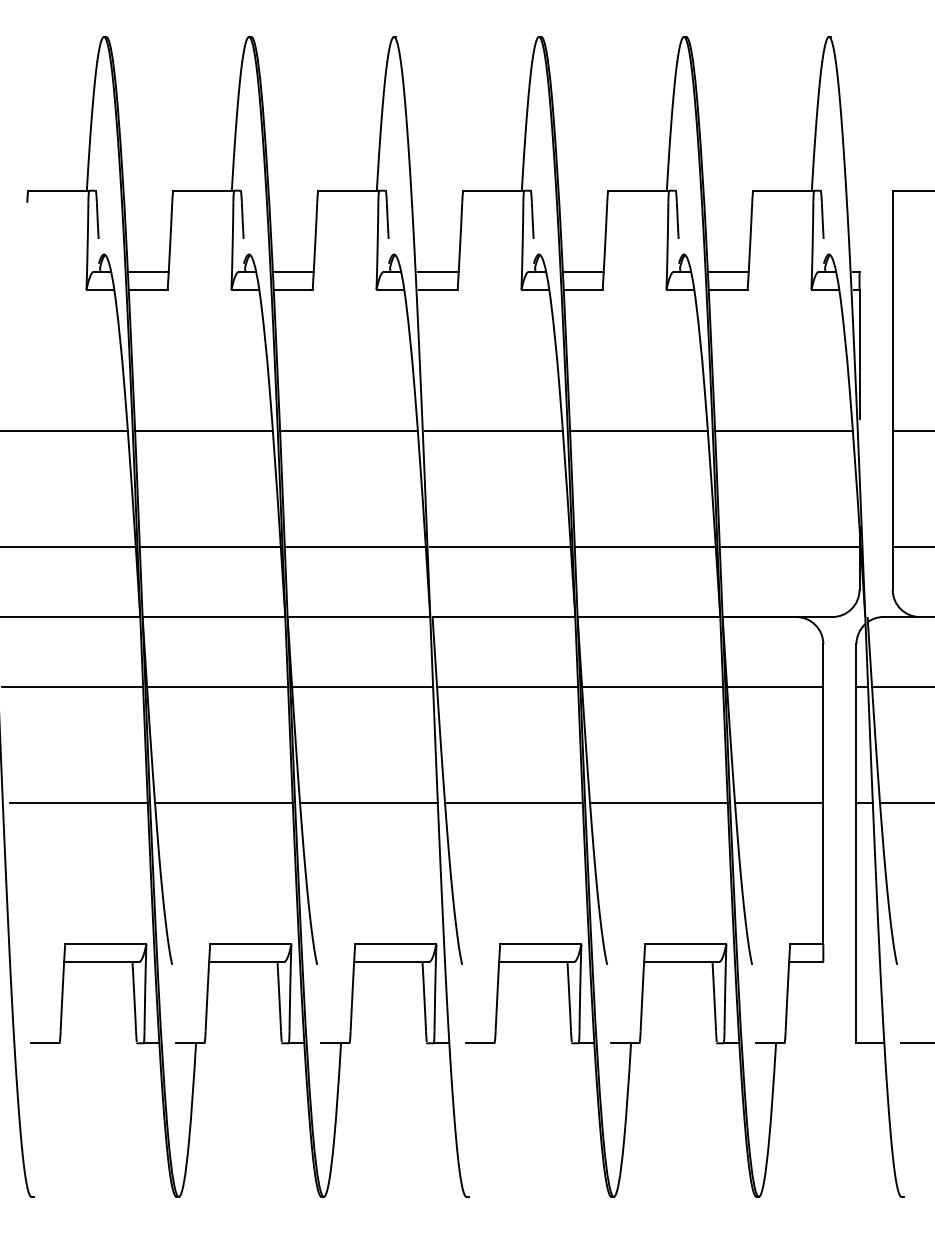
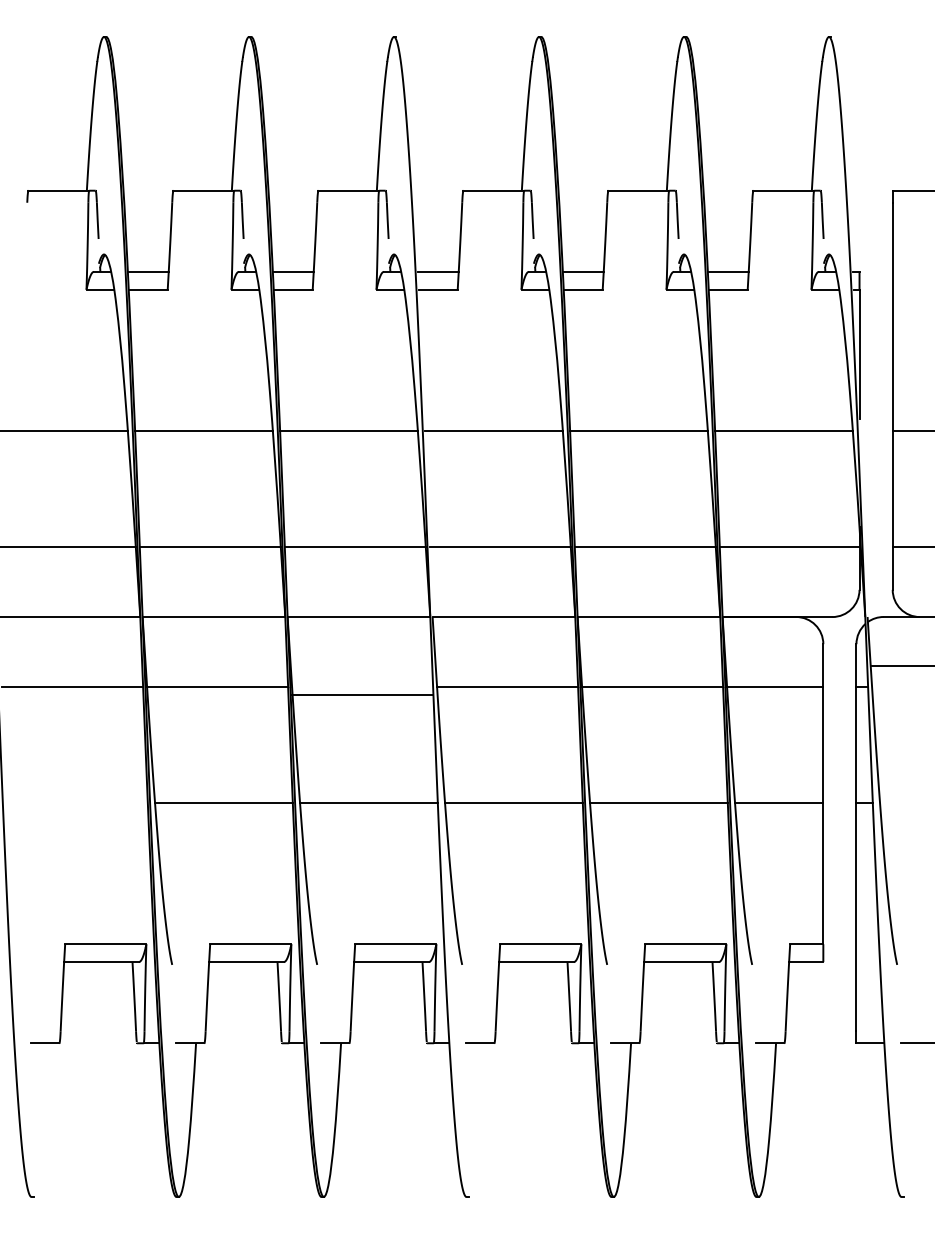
line at (362, 686) position: (362, 686) -> (362, 694)
line at (901, 686) position: (901, 686) -> (901, 665)
line at (78, 802): present -> none
line at (905, 802): present -> none
